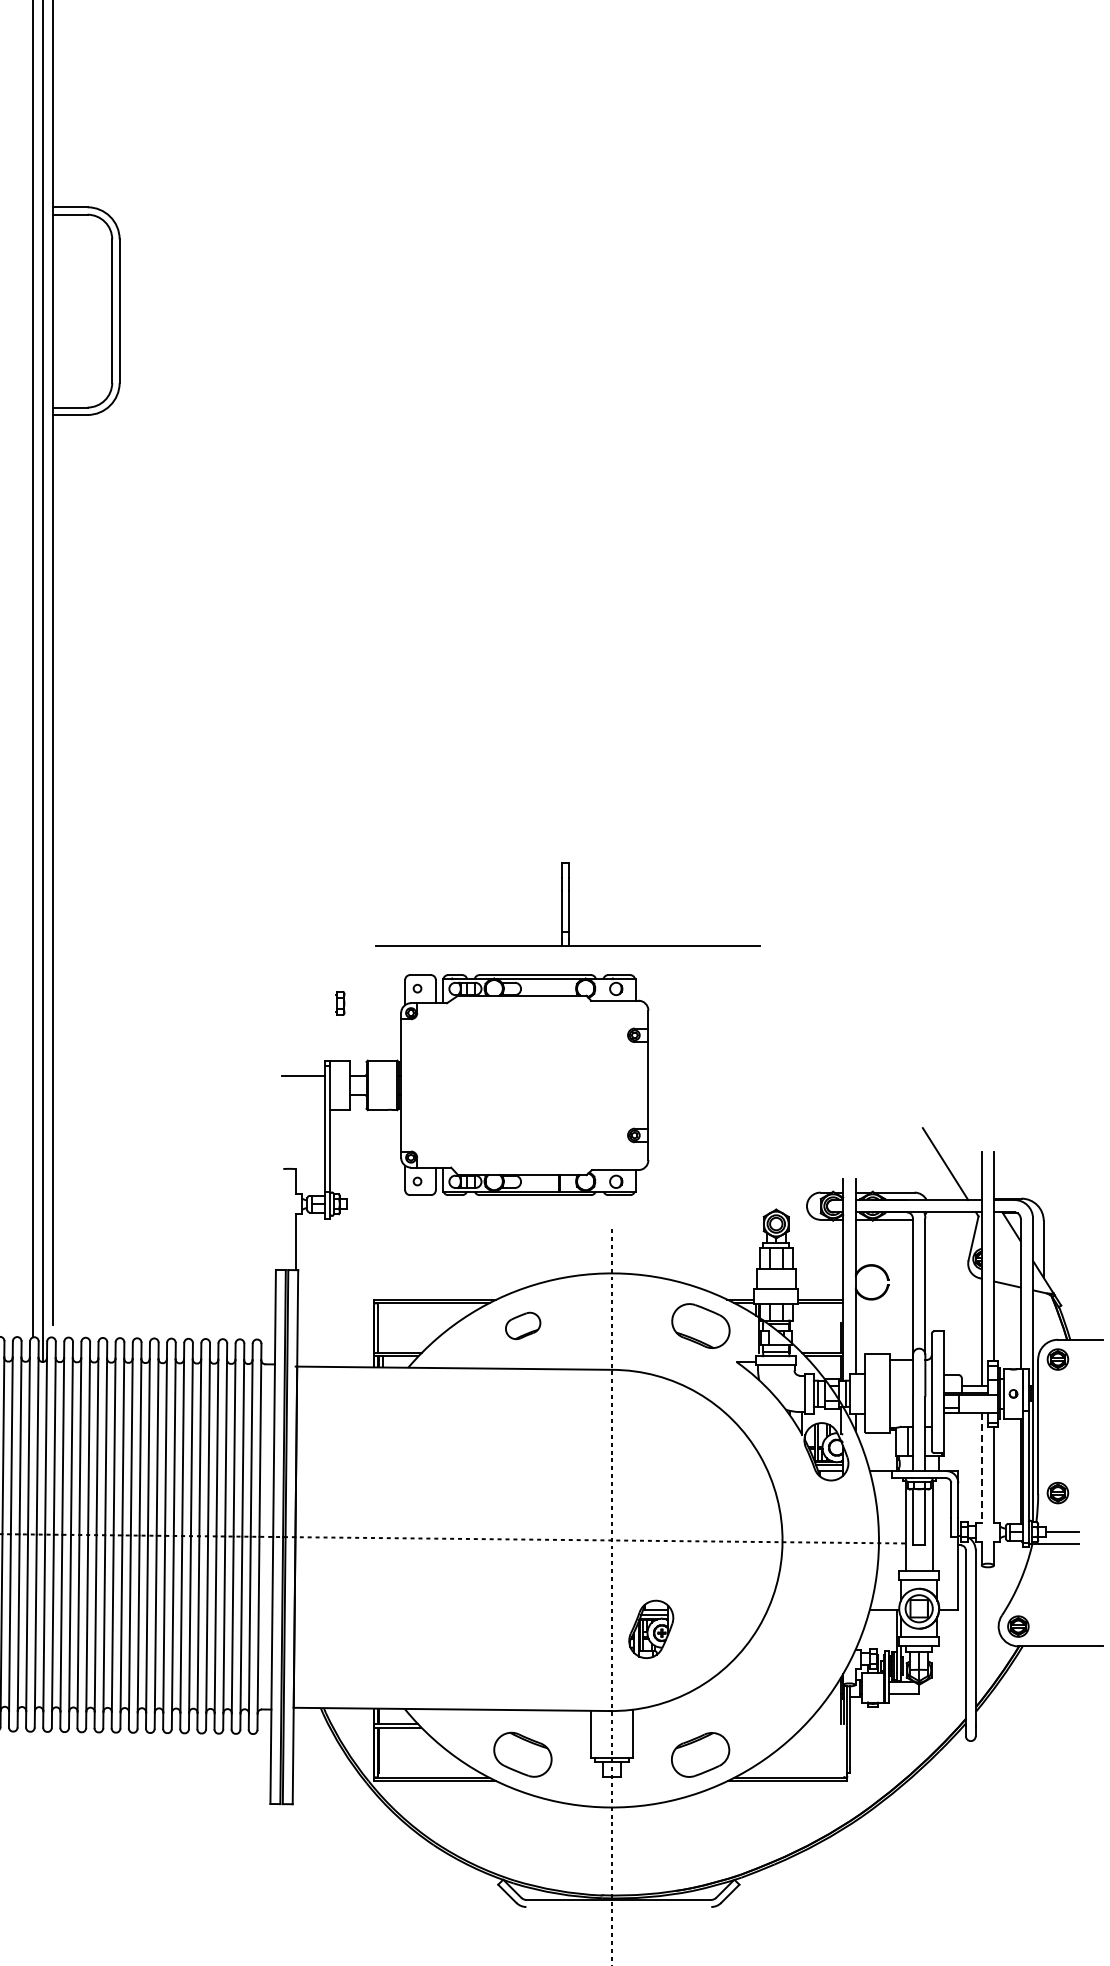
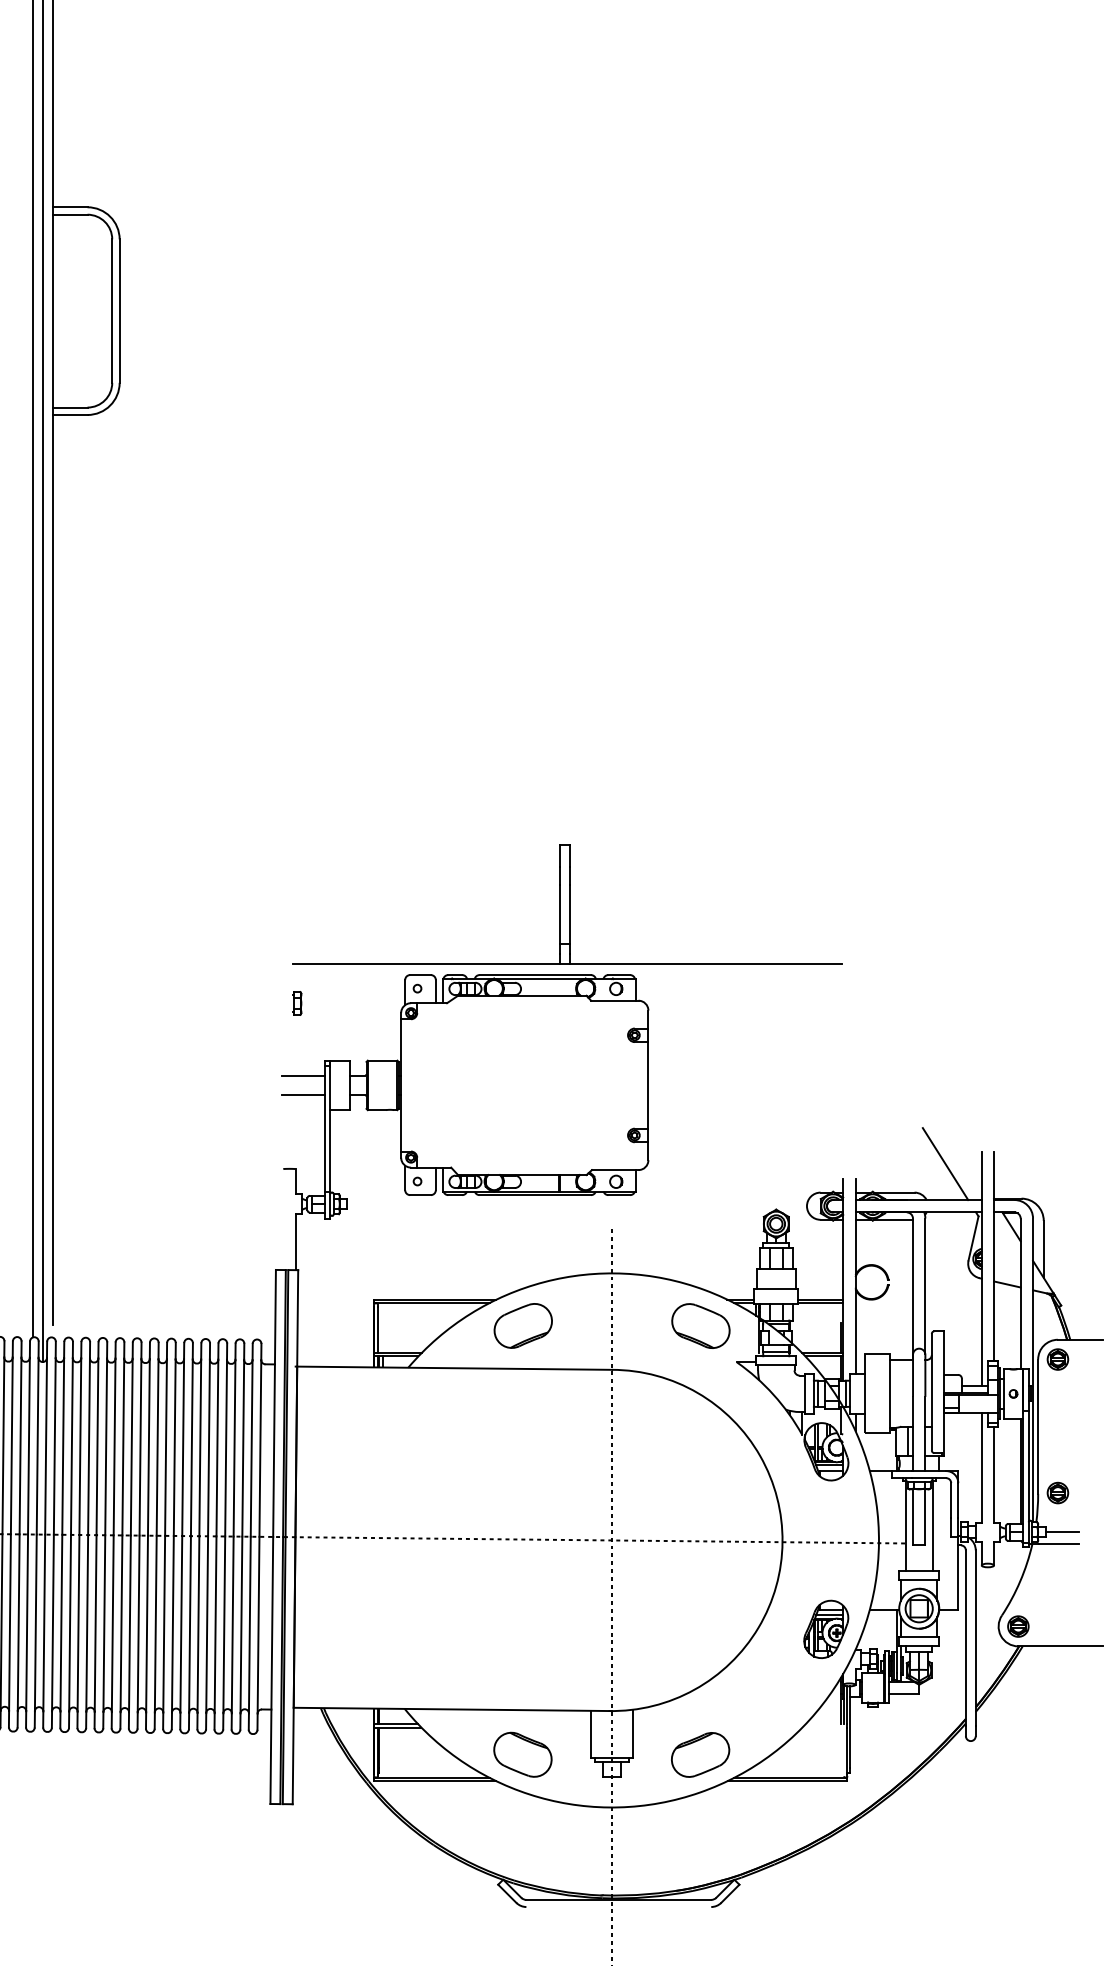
part at (567, 904) size: 386x85 px -> 551x121 px
part at (340, 1003) position: (340, 1003) -> (297, 1003)
line at (303, 1095): none -> present
part at (523, 1325) size: 37x29 px -> 60x46 px
line at (981, 1467): dashed -> solid
part at (651, 1628) position: (651, 1628) -> (826, 1628)
